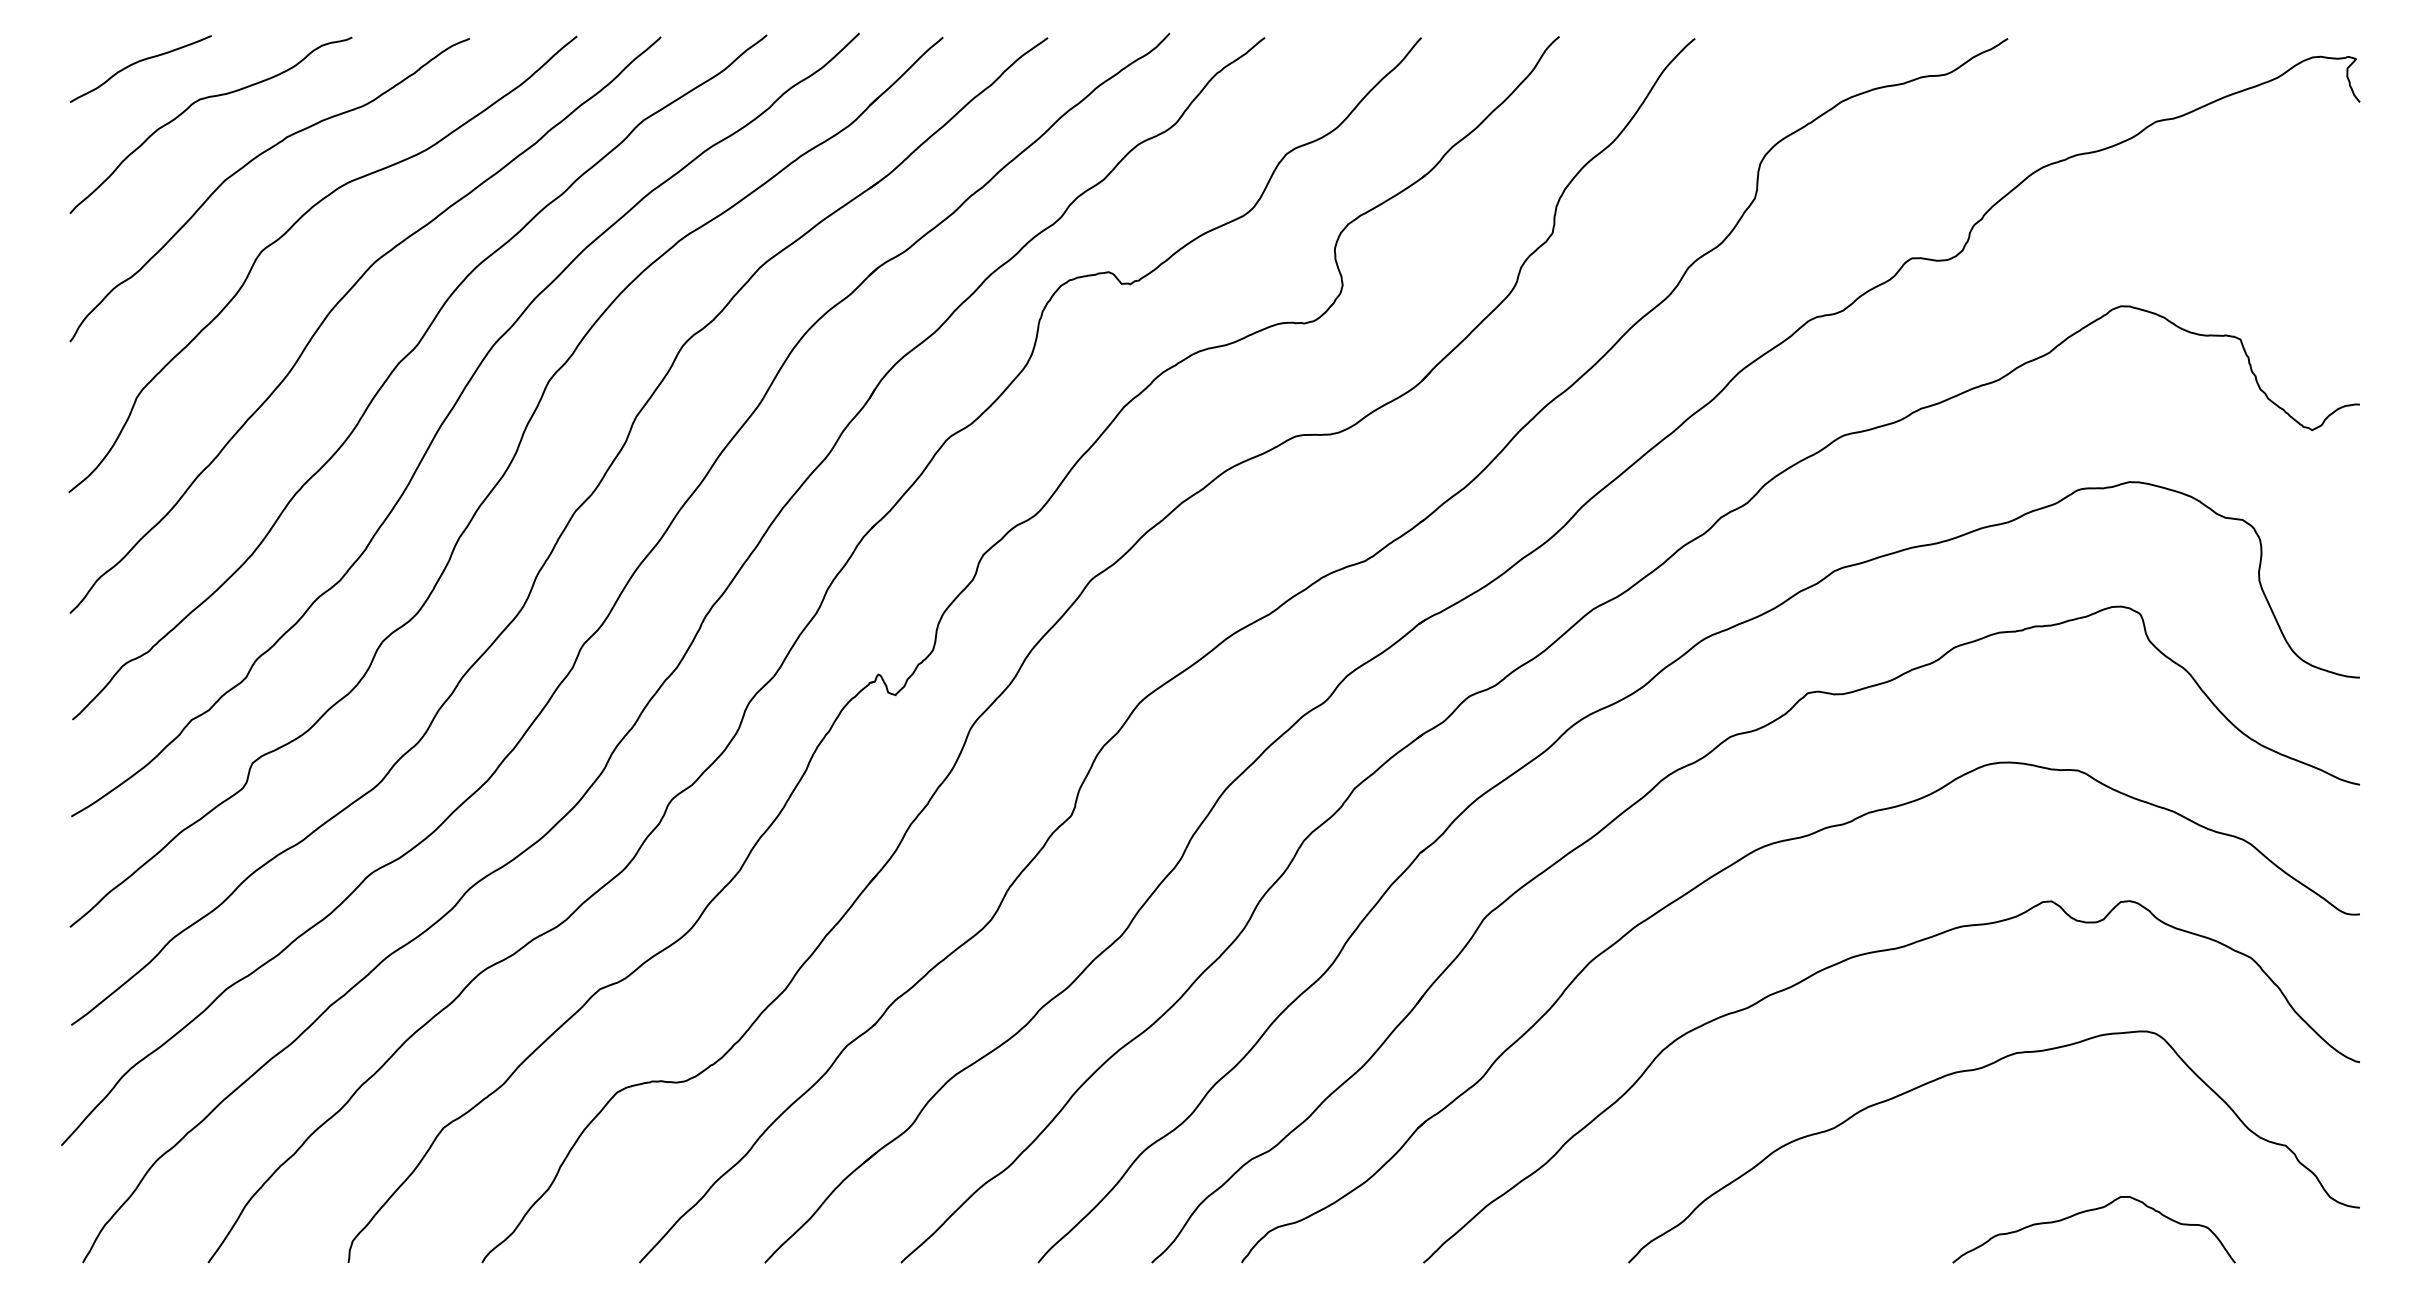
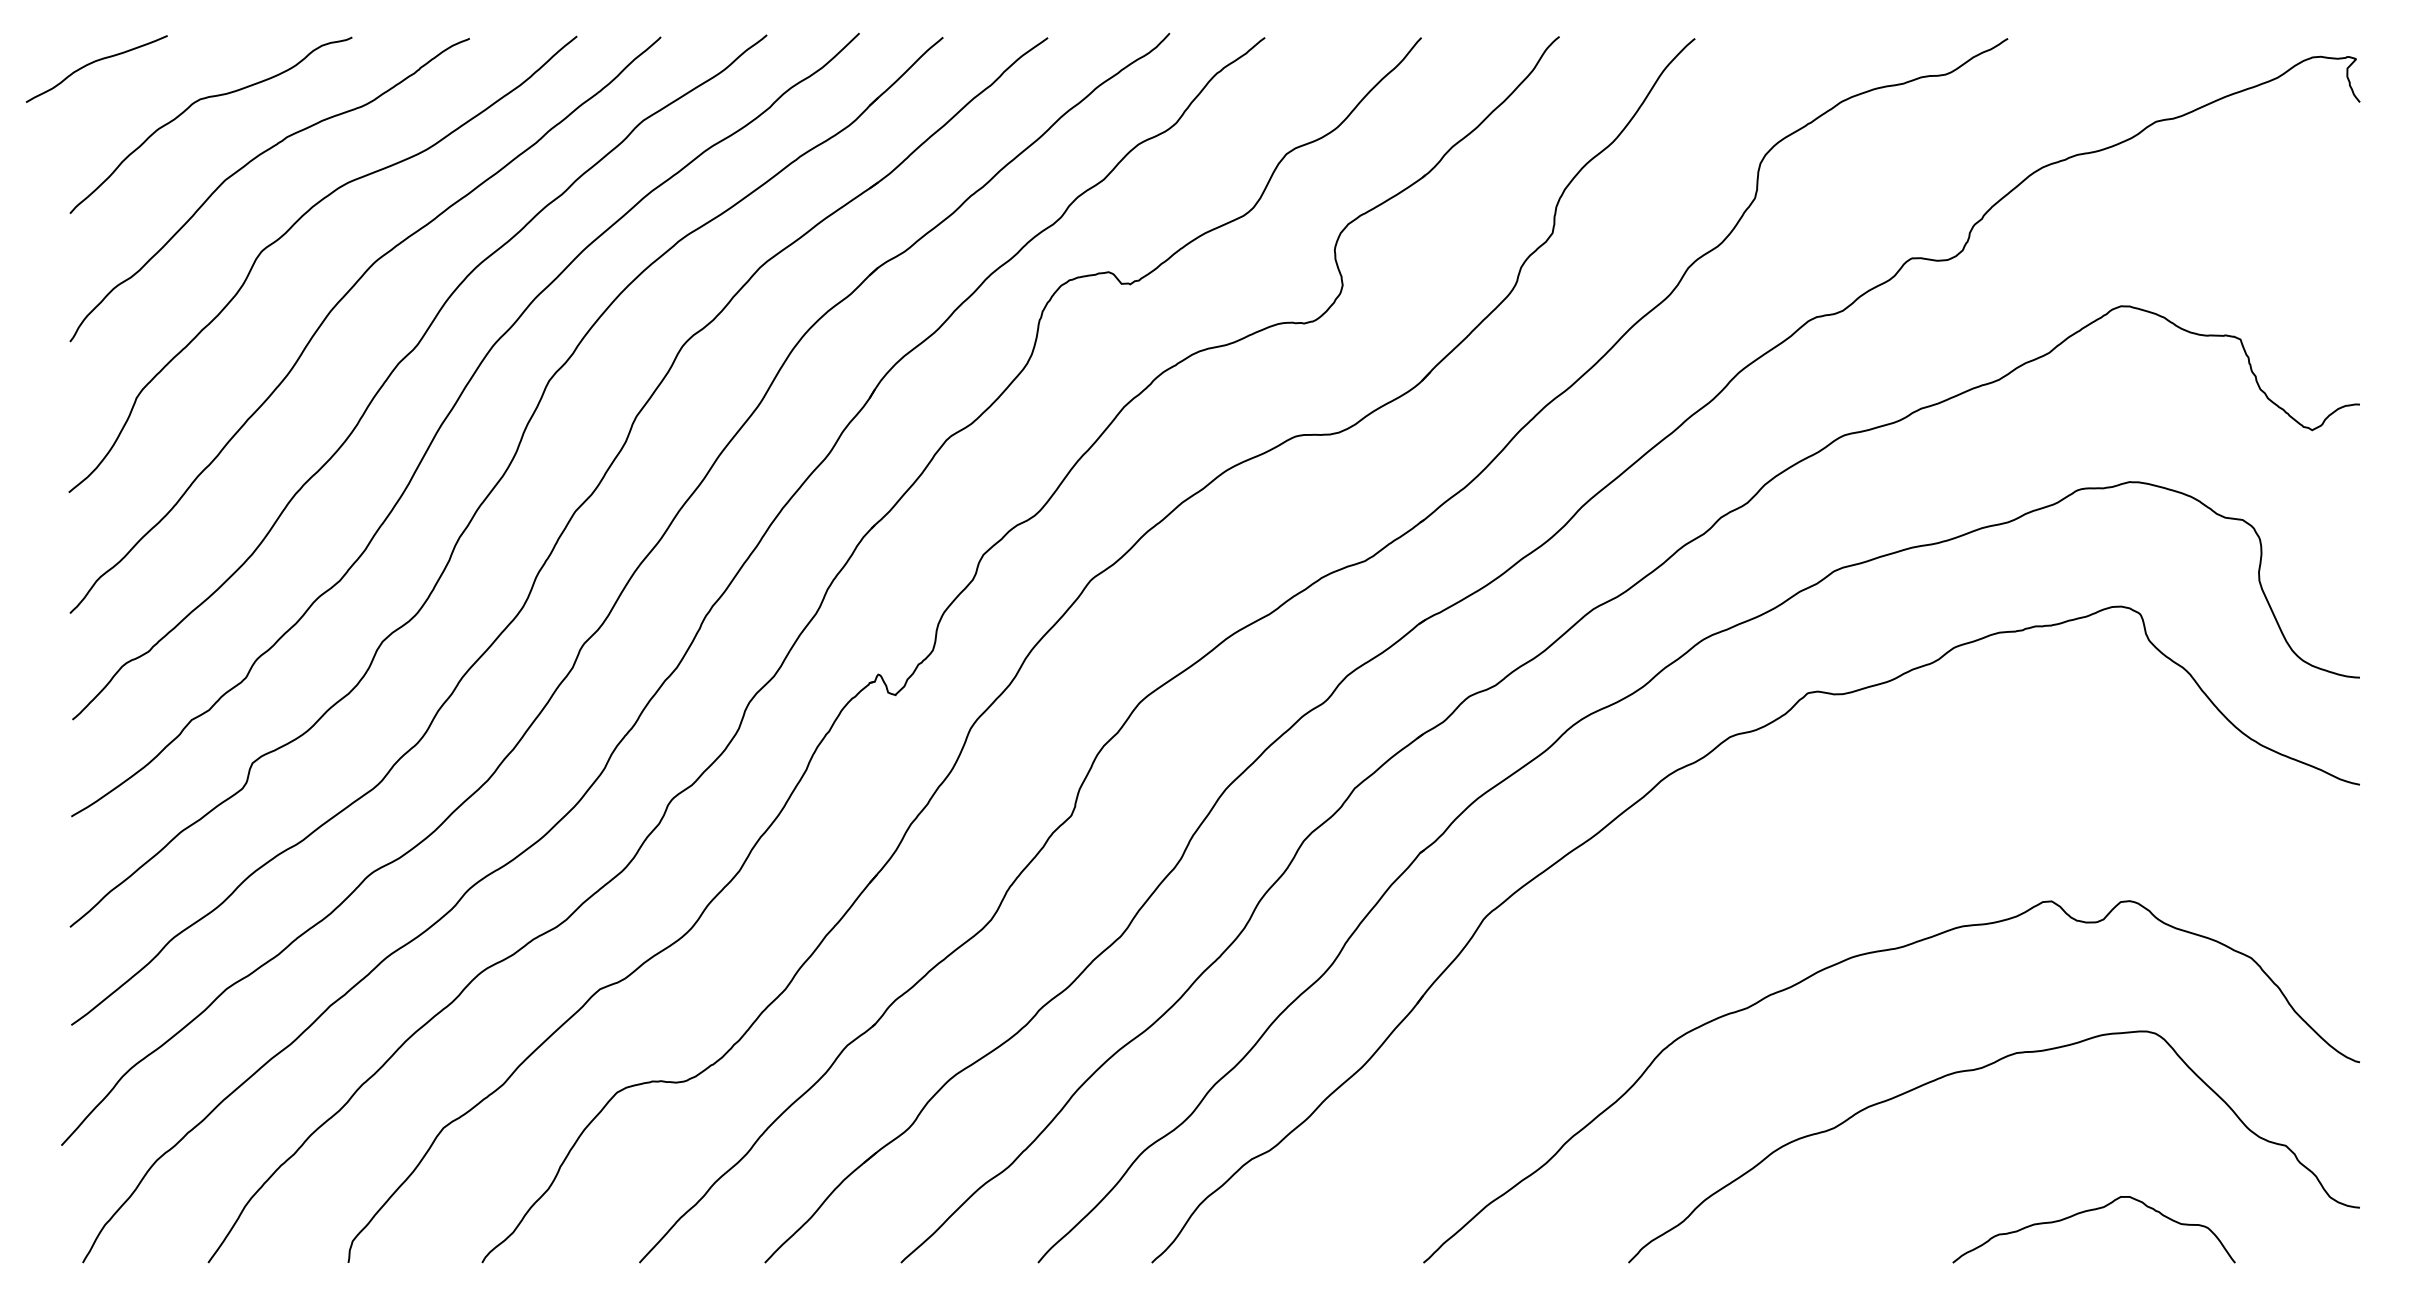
curve at (137, 63) position: (137, 63) -> (93, 63)
part at (1716, 875): present -> none
